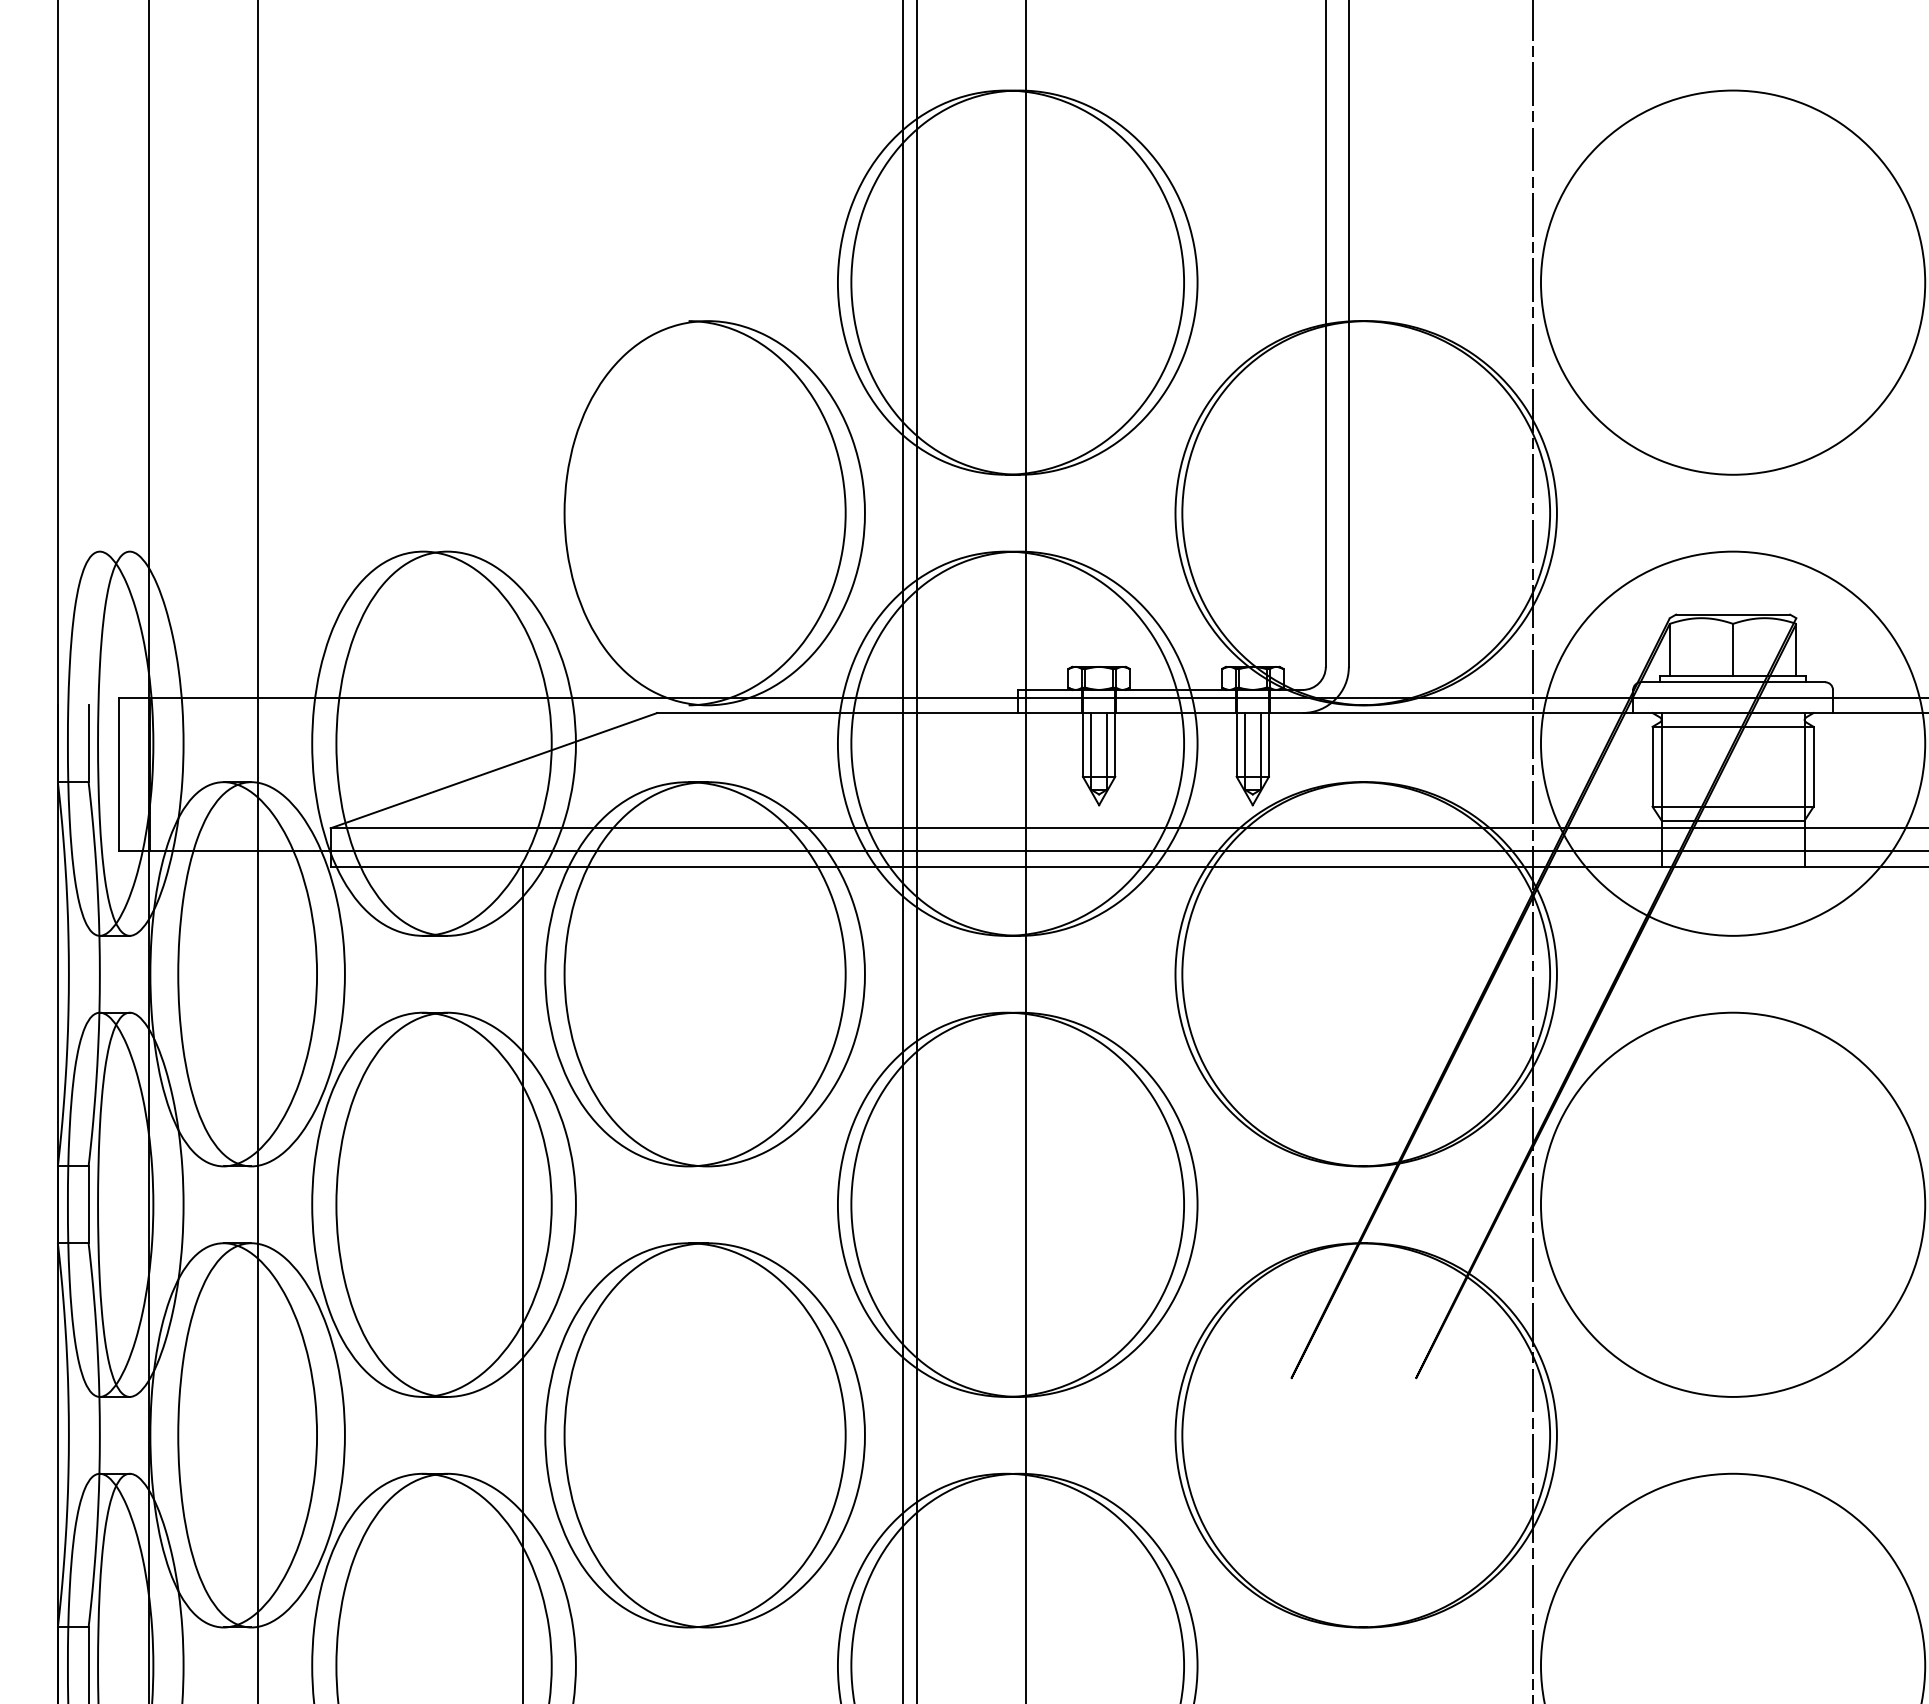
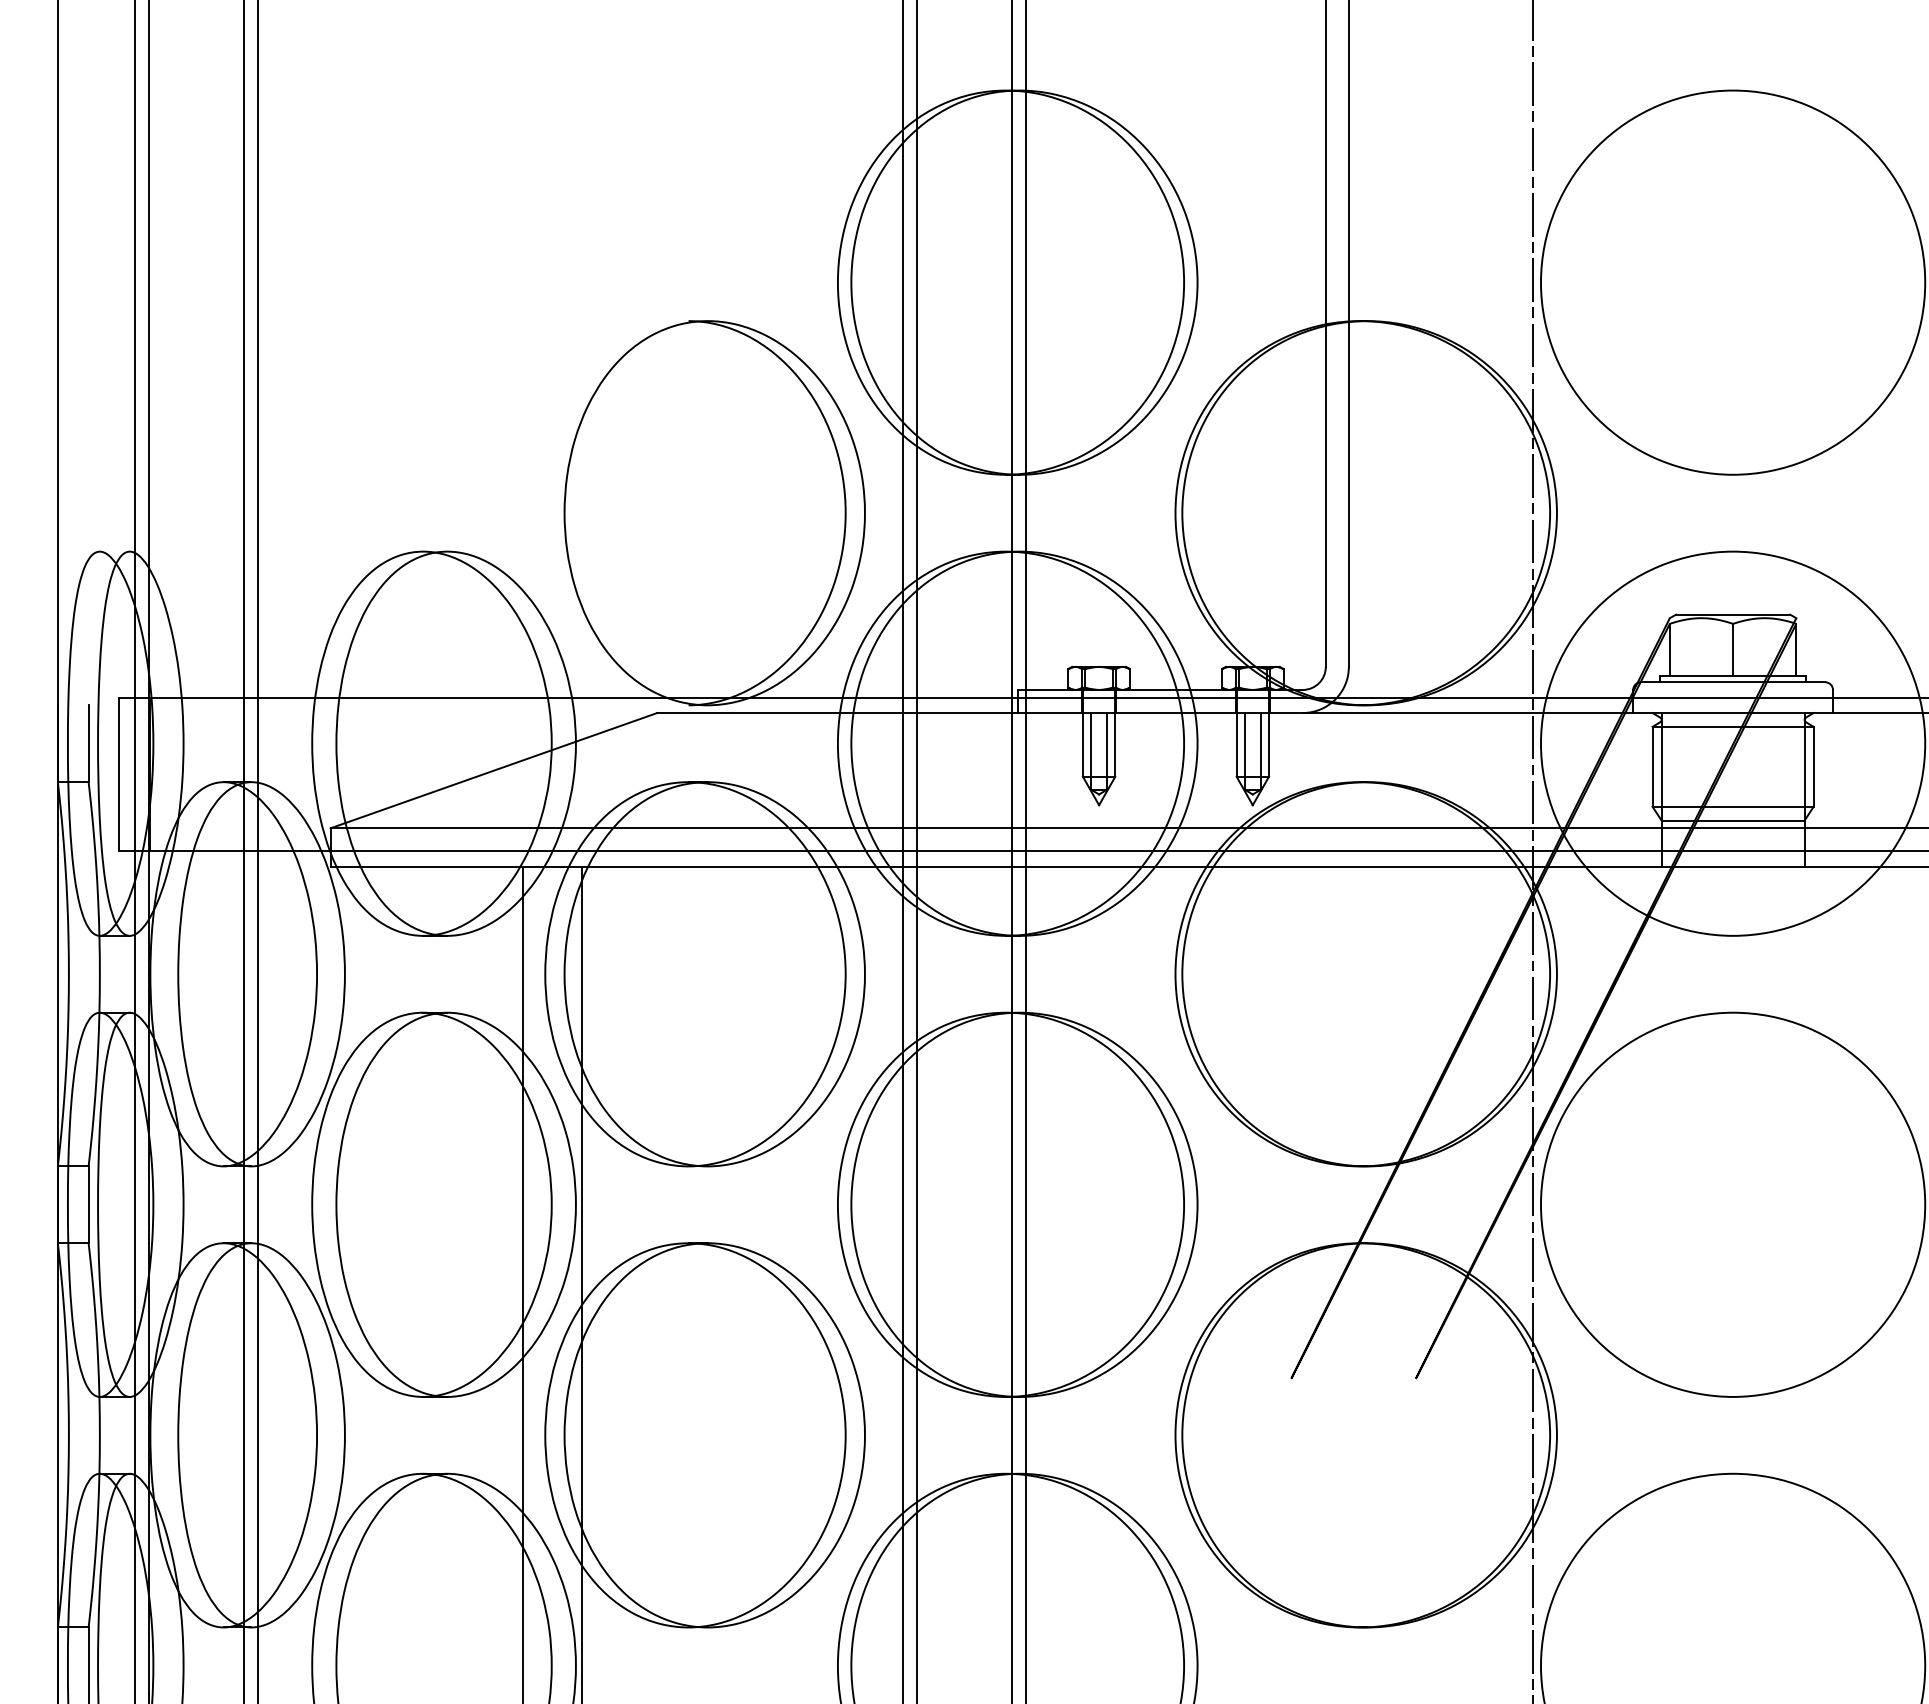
line at (134, 851): none -> present
line at (243, 851): none -> present
line at (1012, 851): none -> present
line at (581, 1283): none -> present
